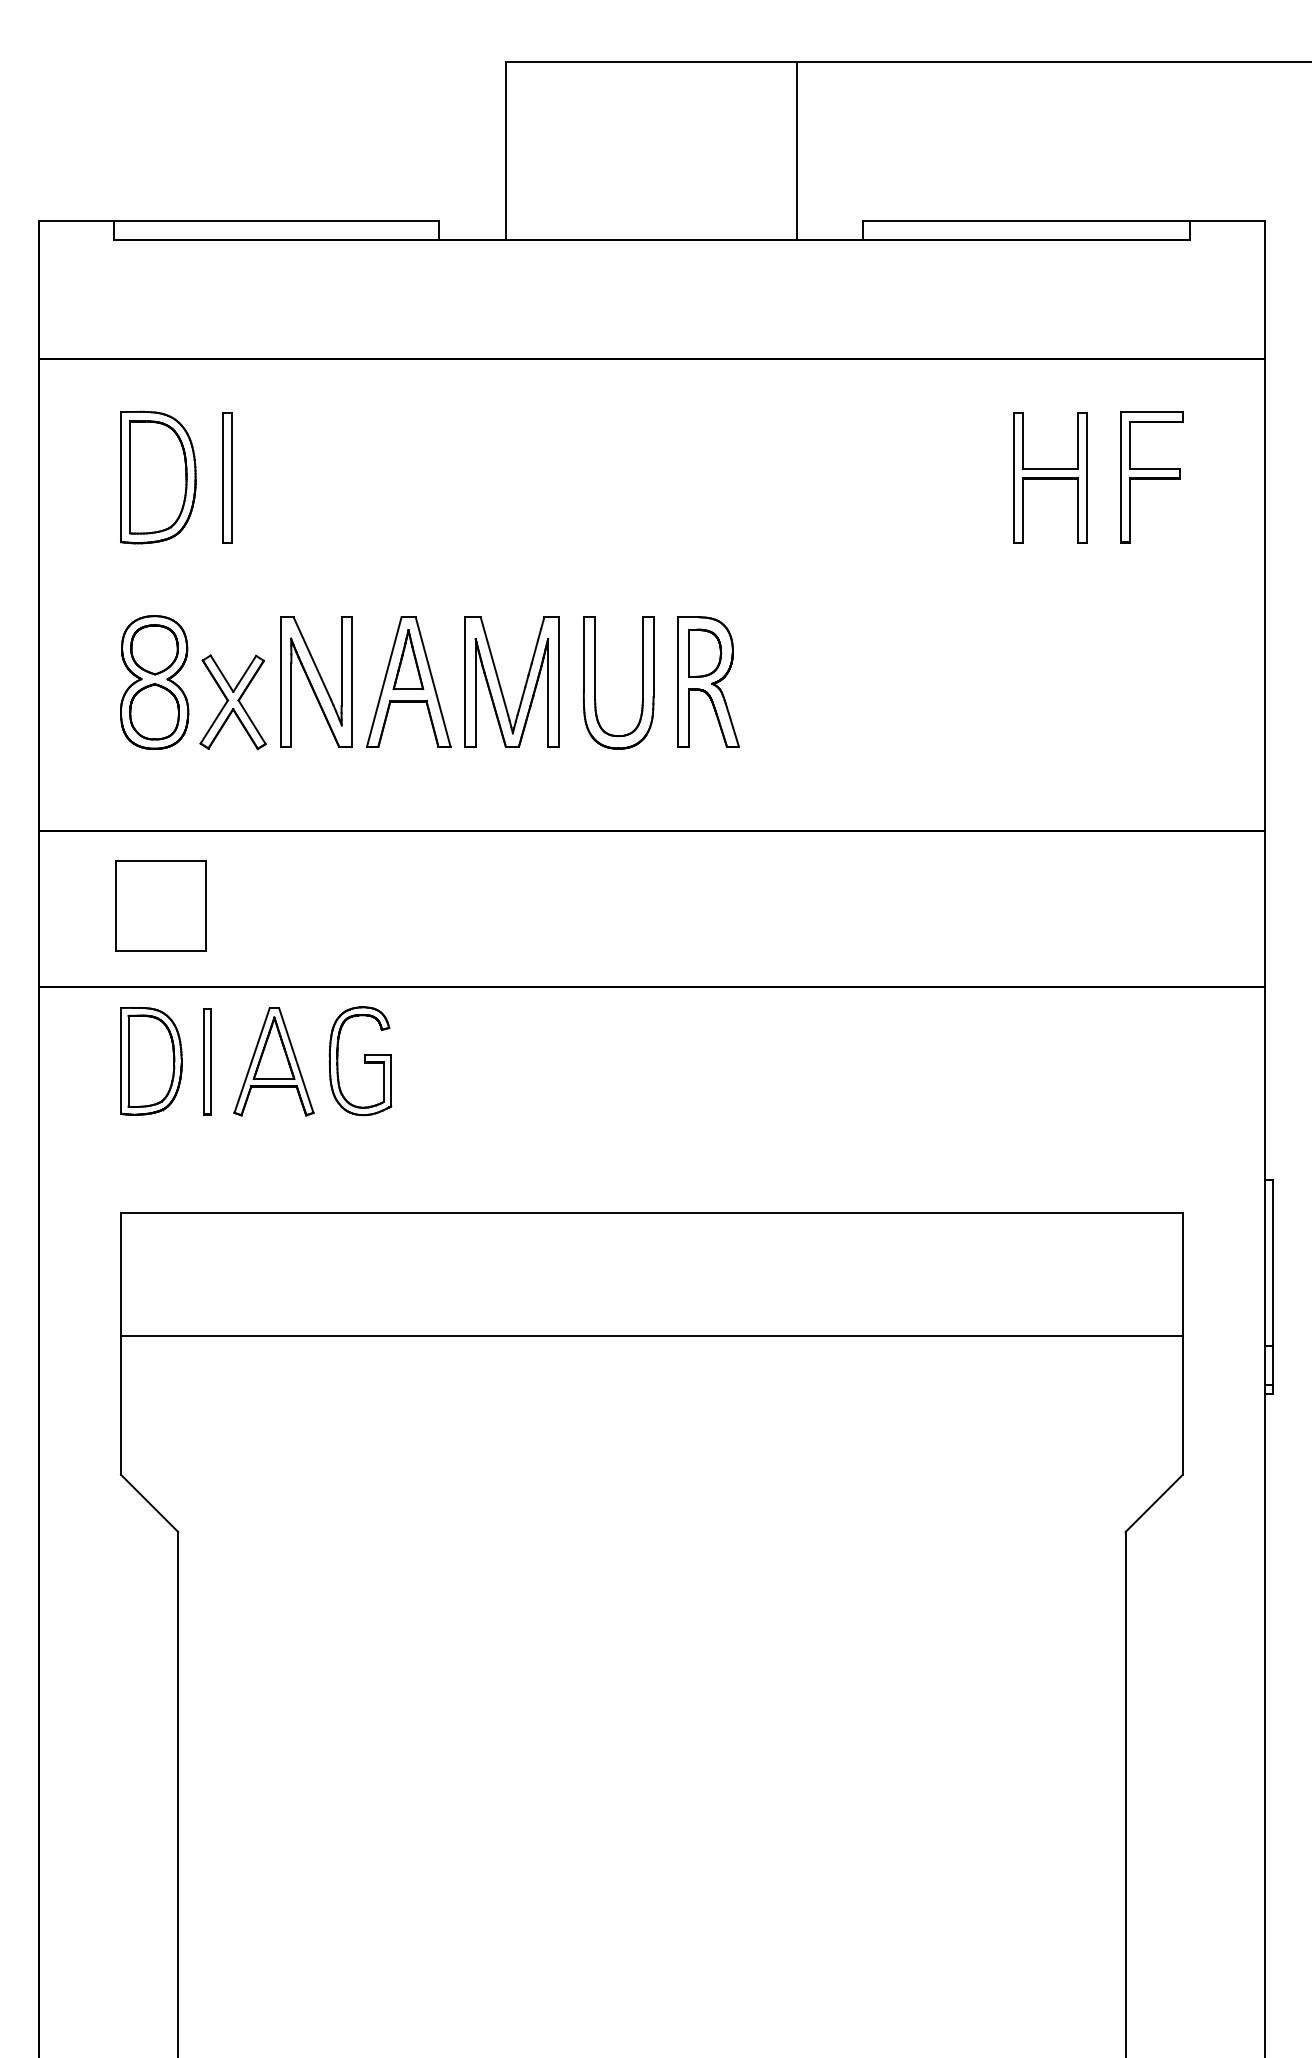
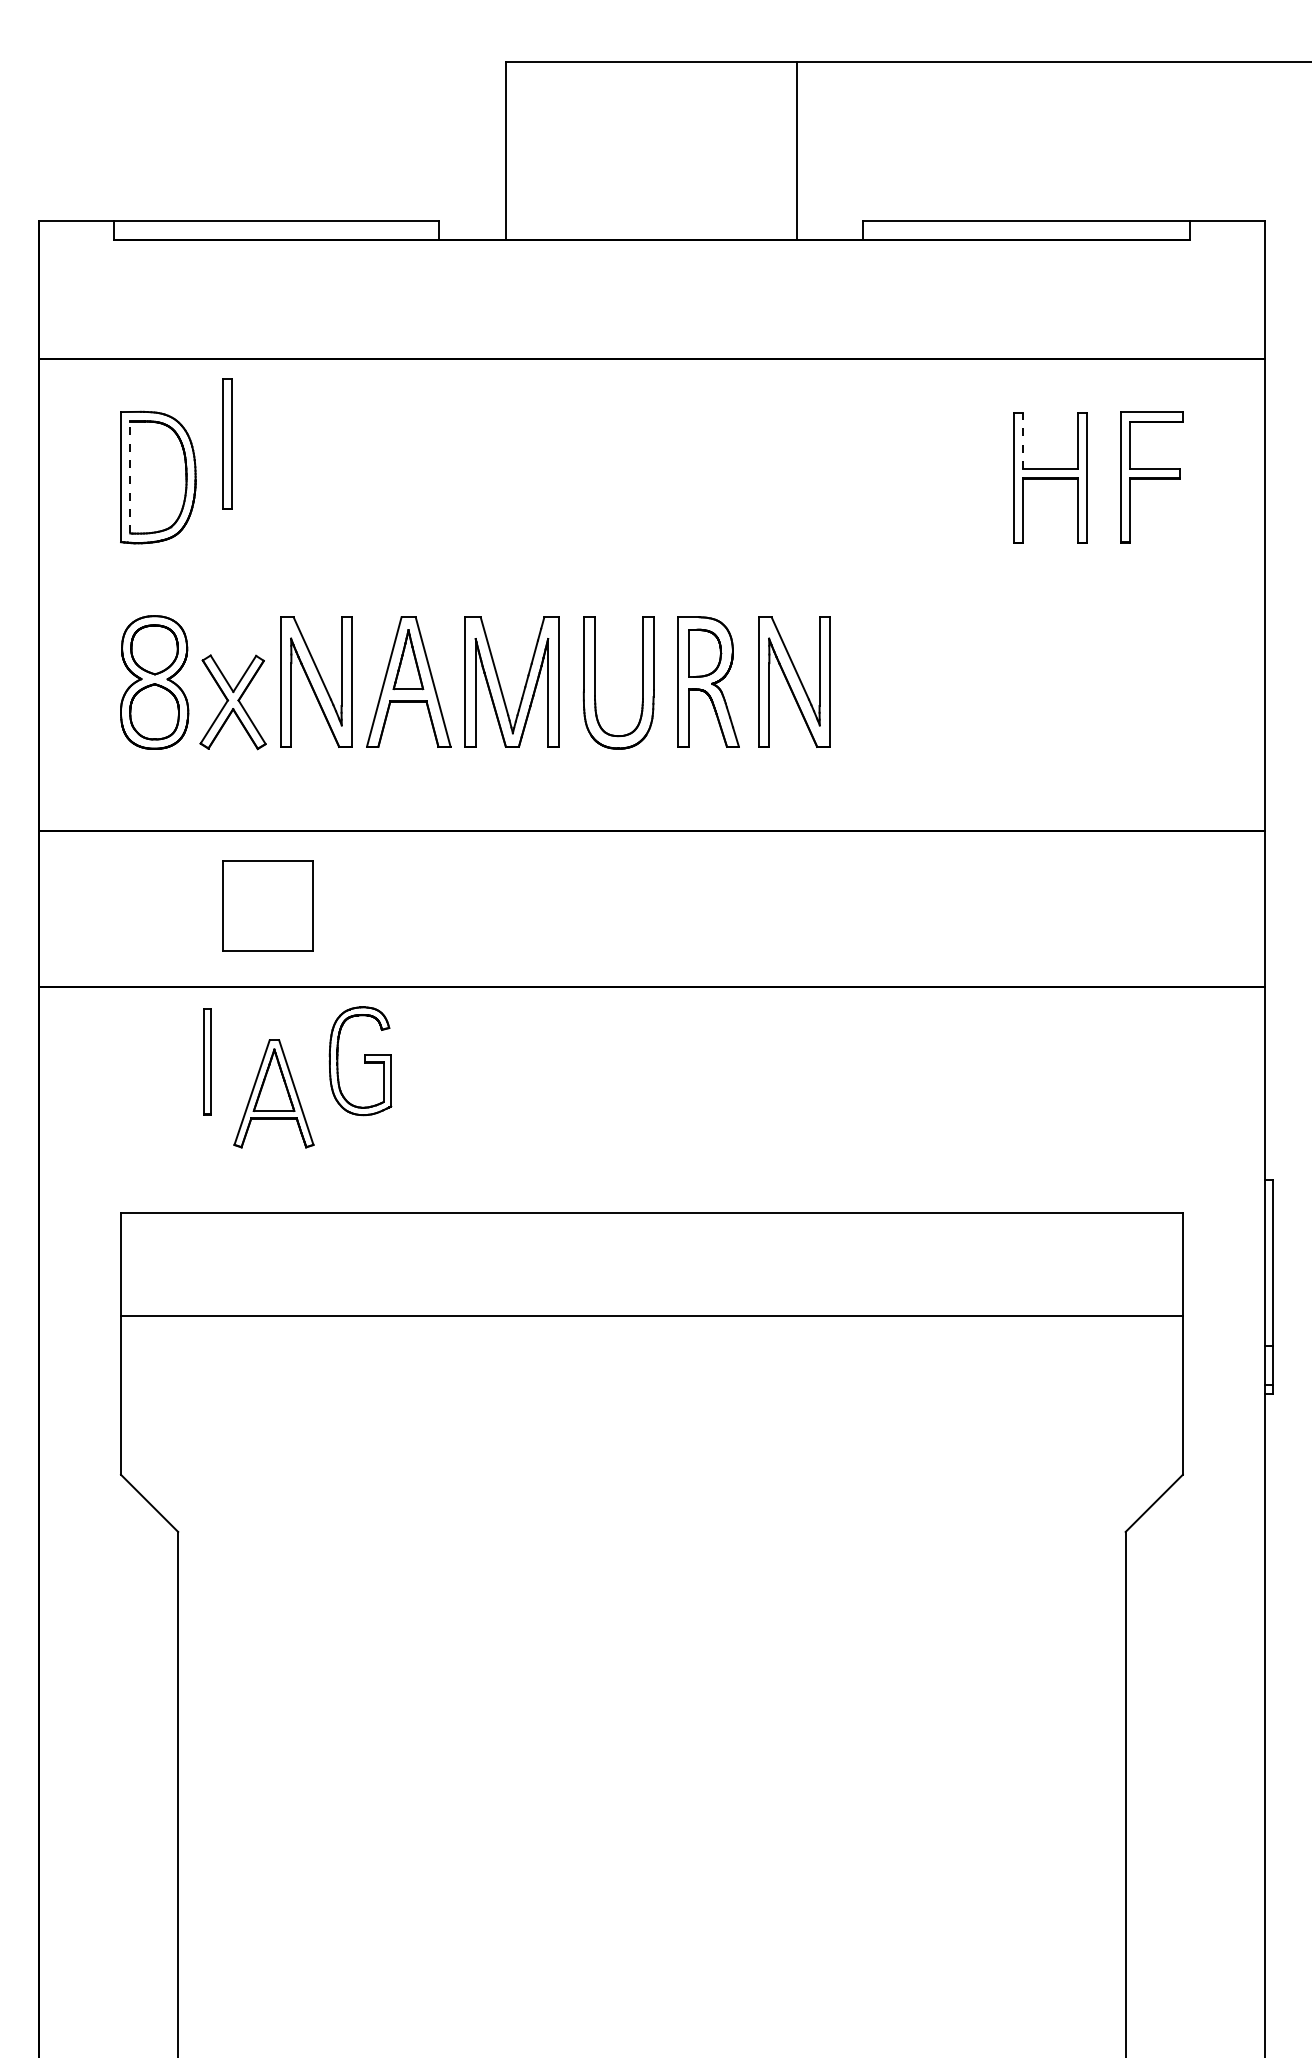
line at (1023, 440): solid -> dashed
line at (130, 476): solid -> dashed
part at (227, 477) position: (227, 477) -> (227, 443)
part at (794, 681): none -> present
part at (160, 905) position: (160, 905) -> (267, 905)
part at (151, 1061): present -> none
part at (273, 1061) position: (273, 1061) -> (273, 1093)
line at (651, 1335) position: (651, 1335) -> (651, 1315)
